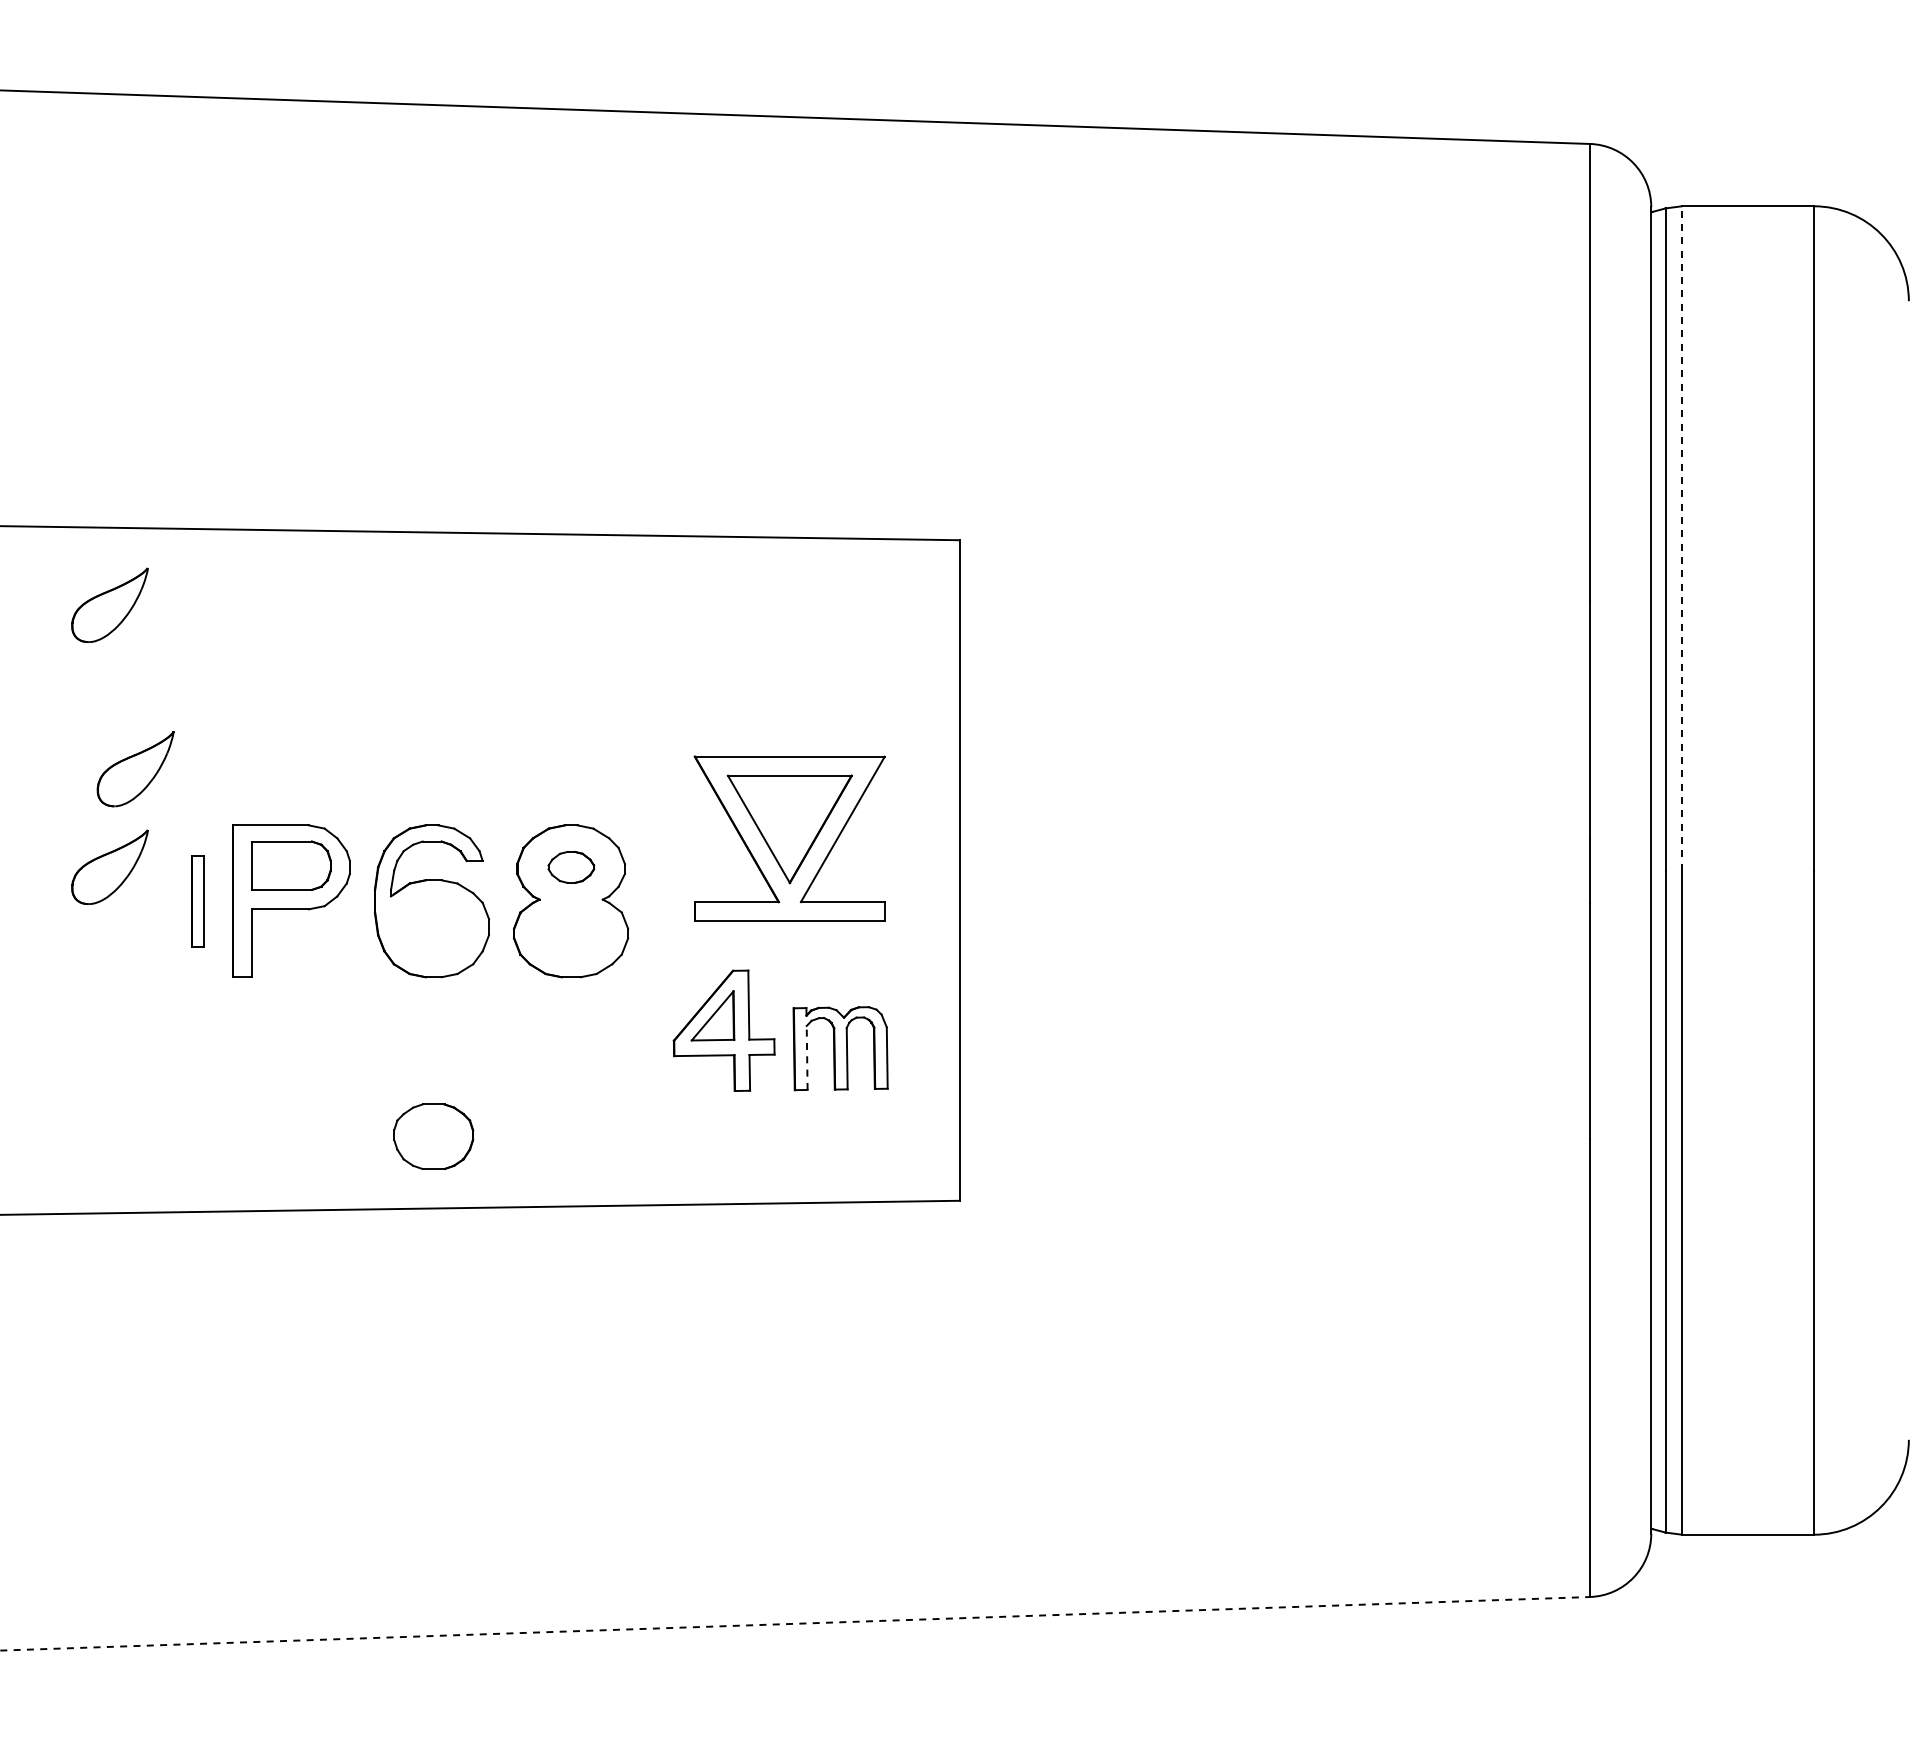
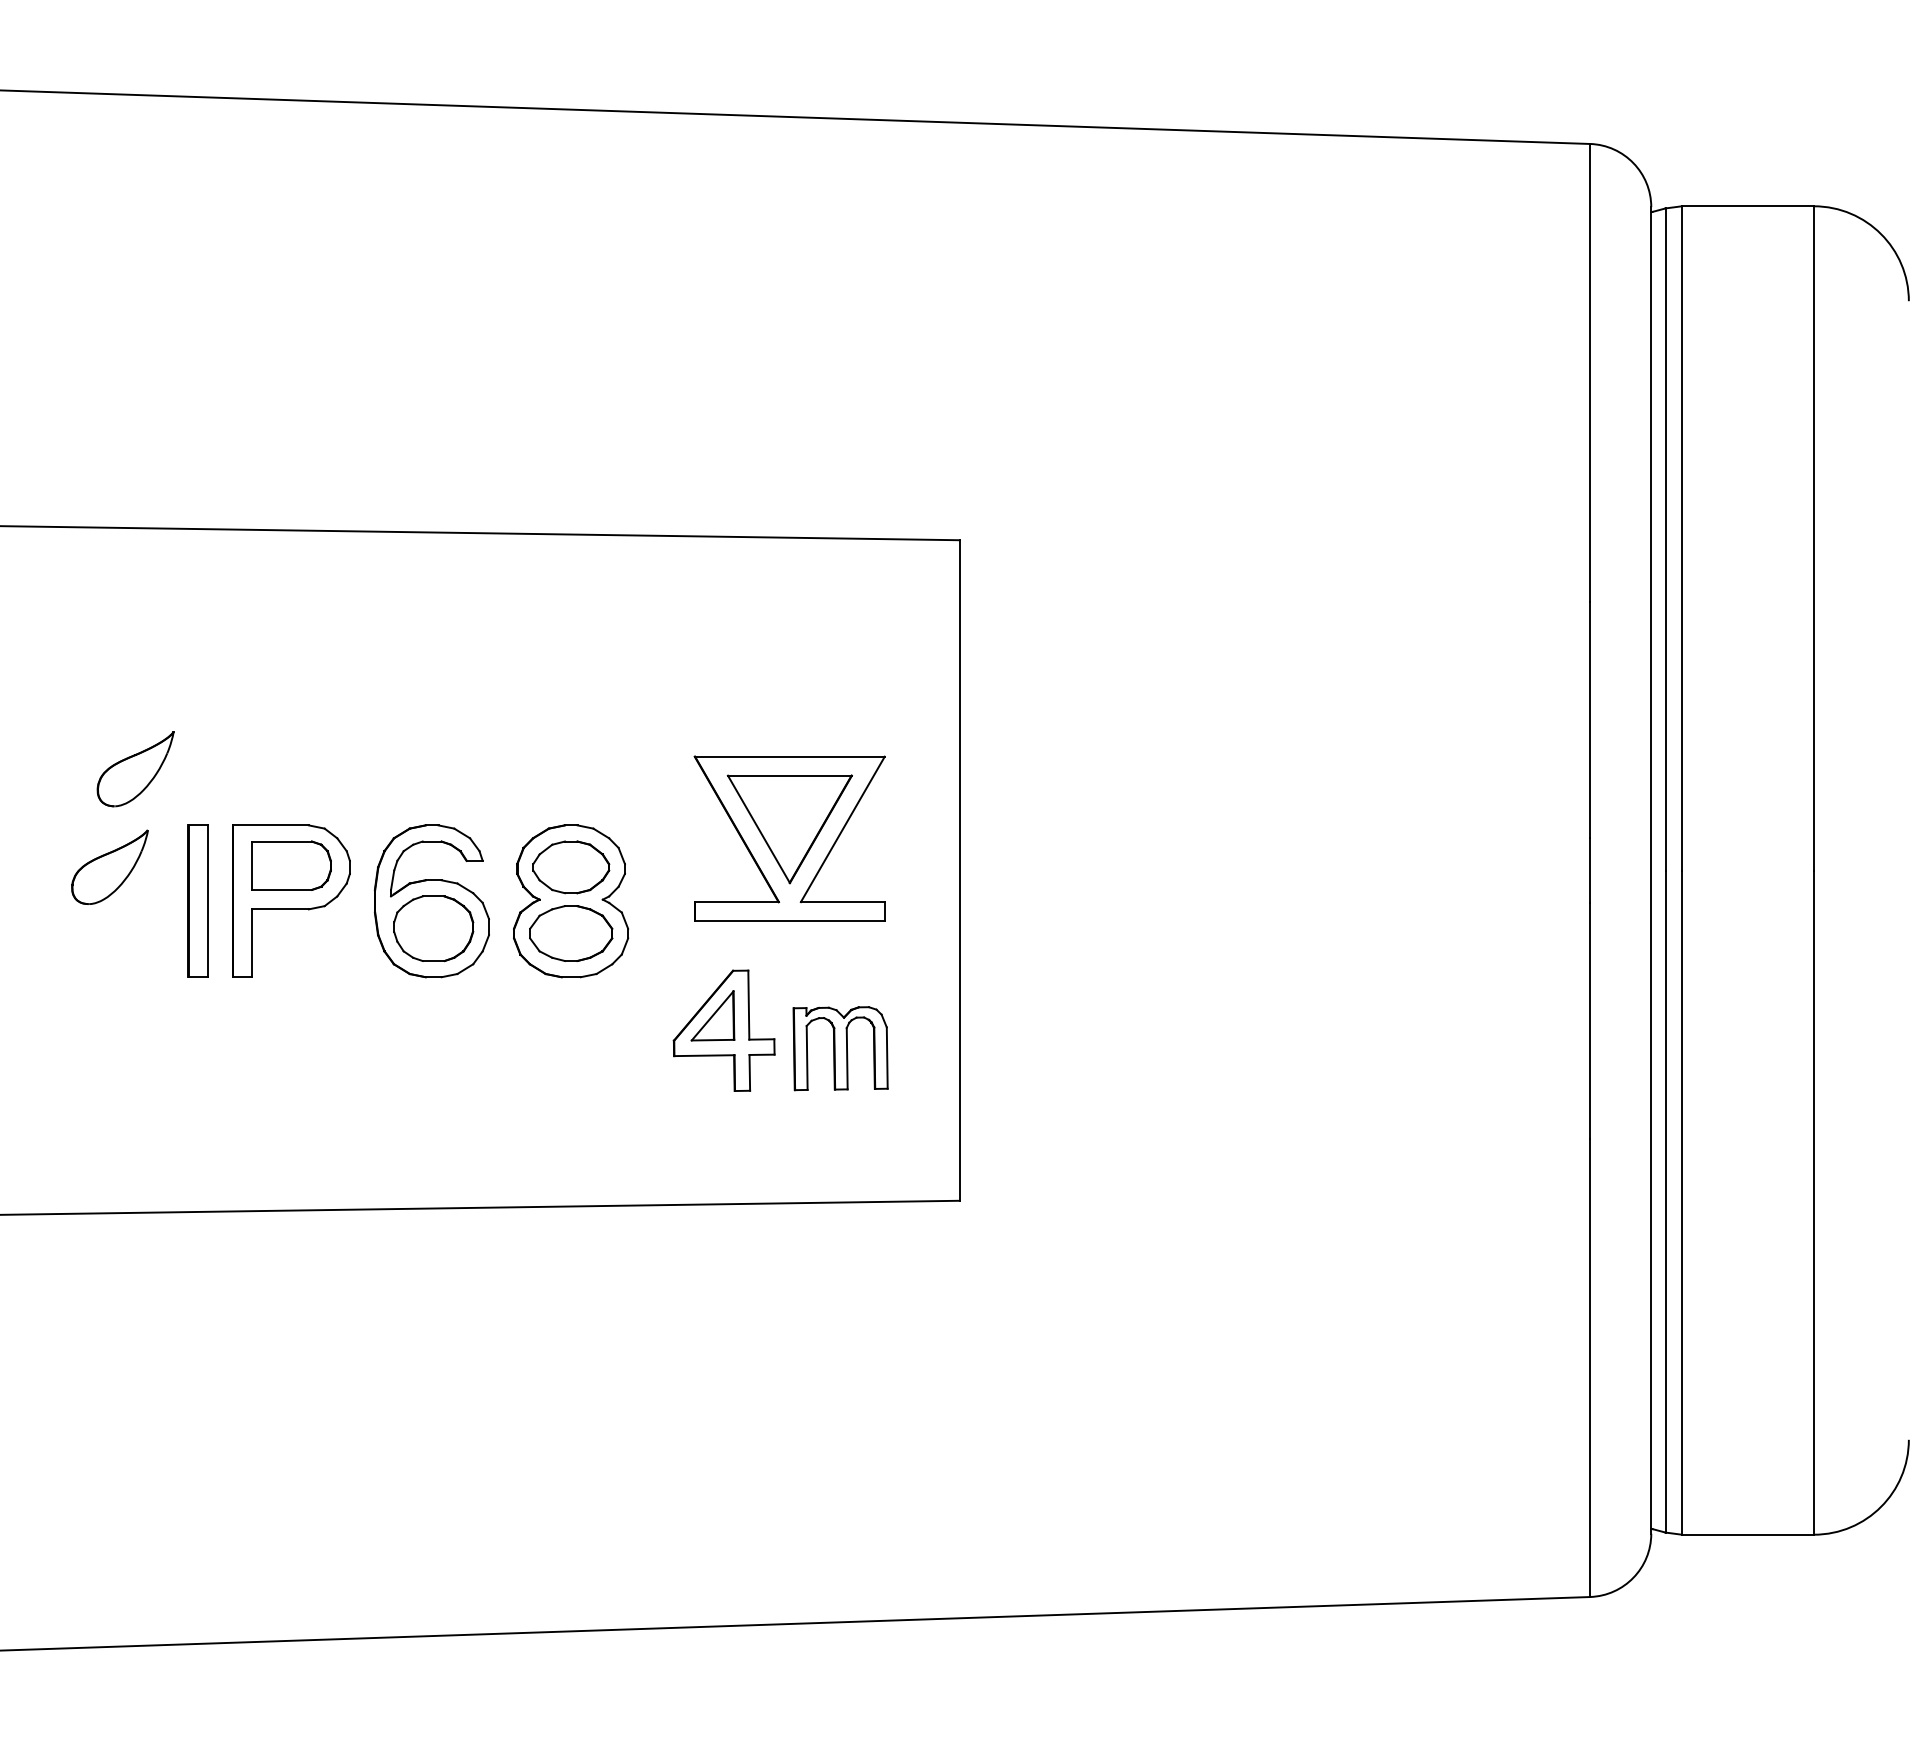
line at (1681, 537): dashed -> solid
part at (109, 604): present -> none
part at (571, 866) size: 49x34 px -> 79x55 px
part at (197, 901) size: 14x93 px -> 22x154 px
part at (571, 933): none -> present
line at (807, 1057): dashed -> solid
part at (433, 1136) position: (433, 1136) -> (433, 928)
line at (795, 1623): dashed -> solid
